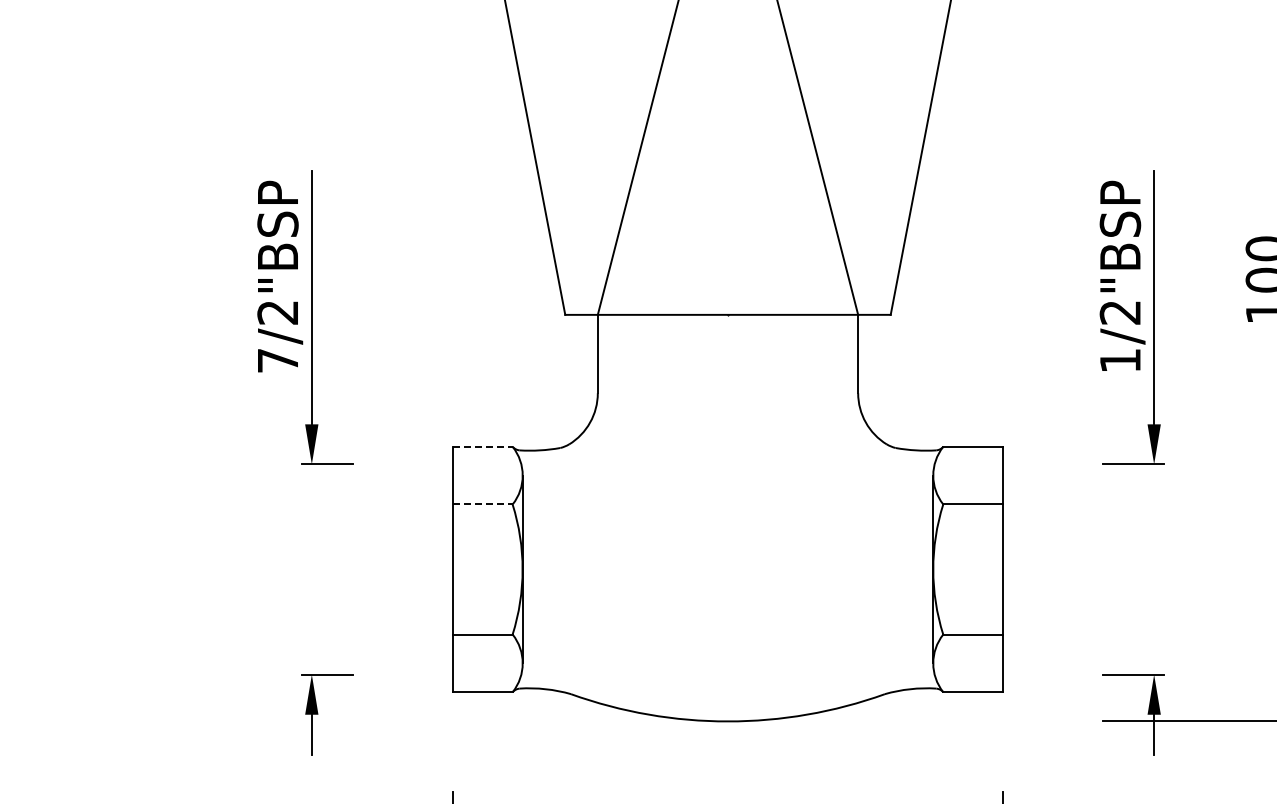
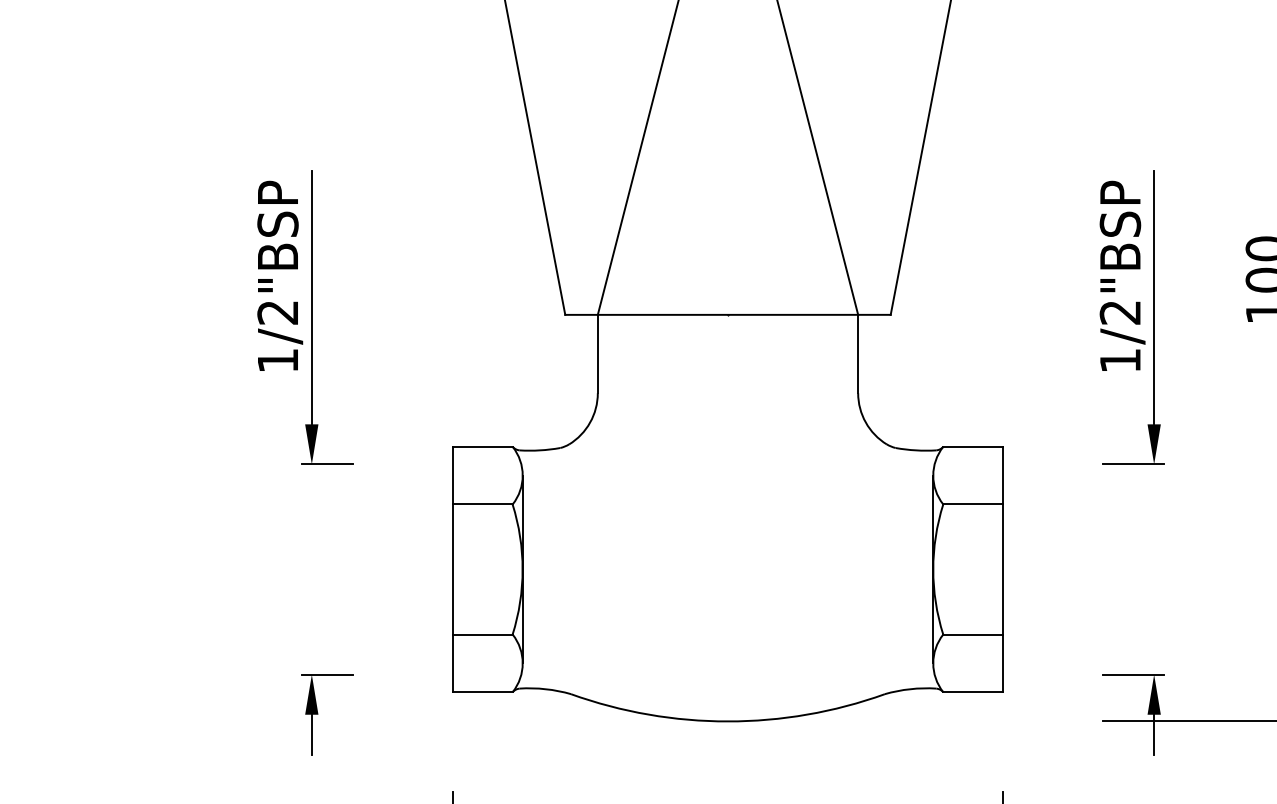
text at (277, 360): 7/2"BSP -> 1/2"BSP
line at (483, 446): dashed -> solid
line at (483, 504): dashed -> solid
